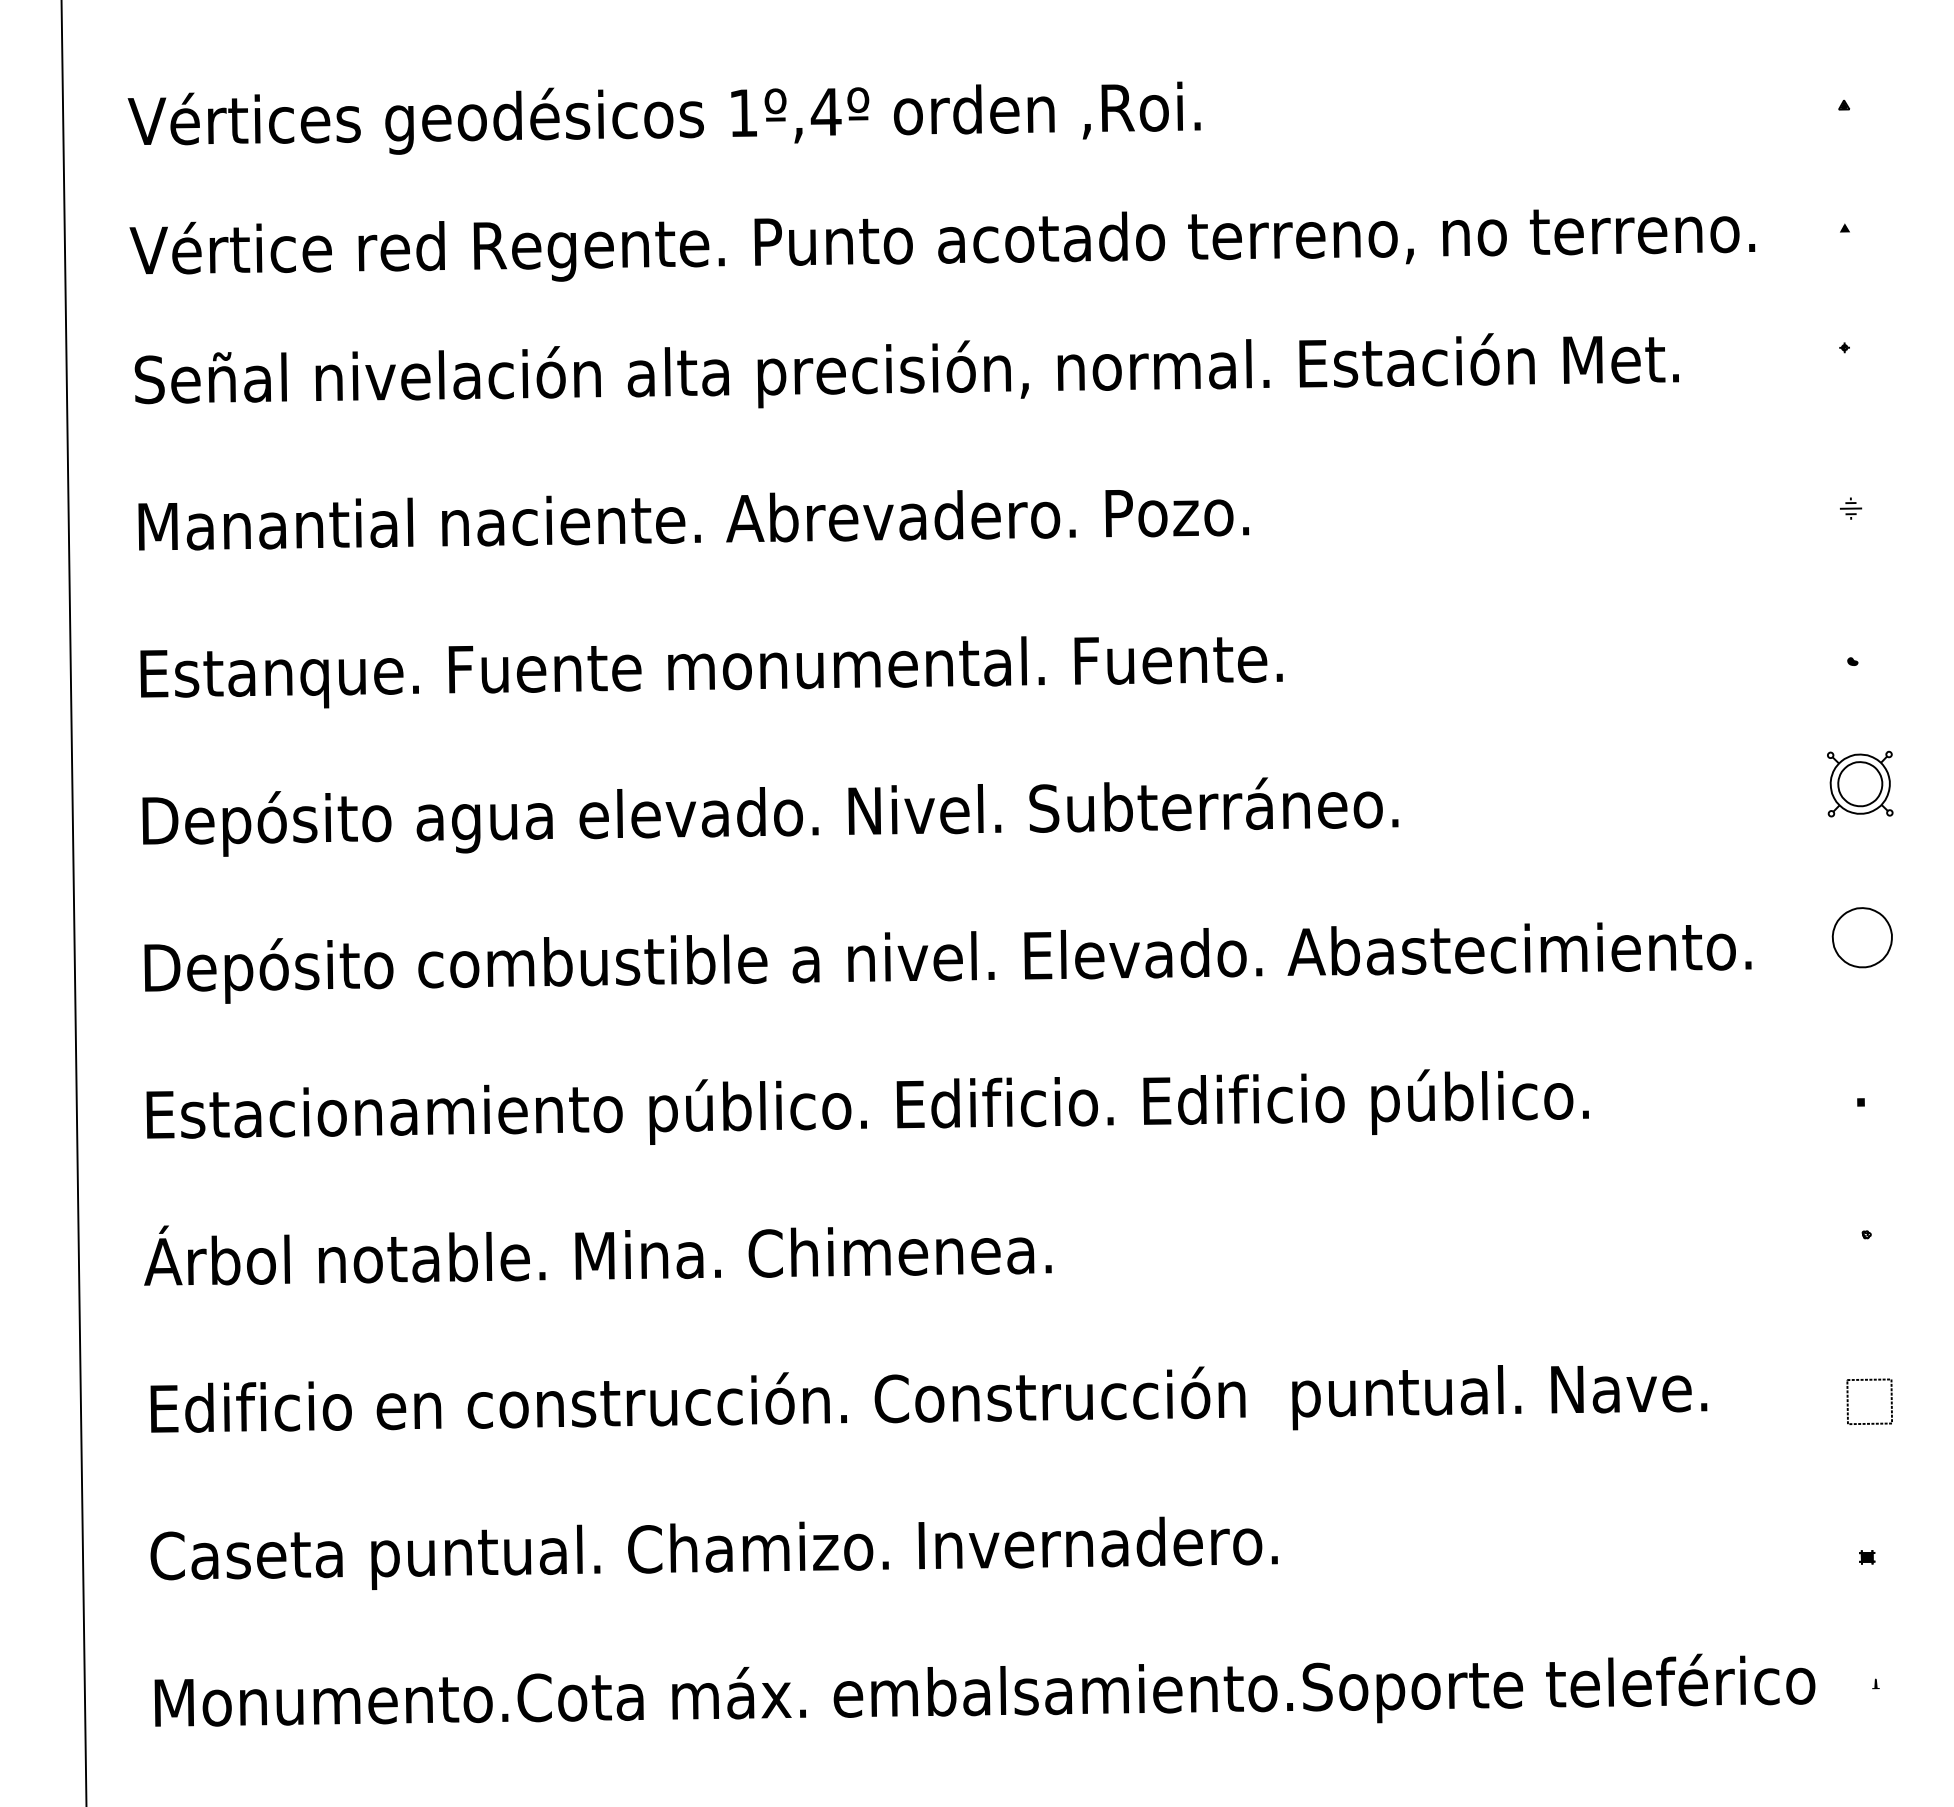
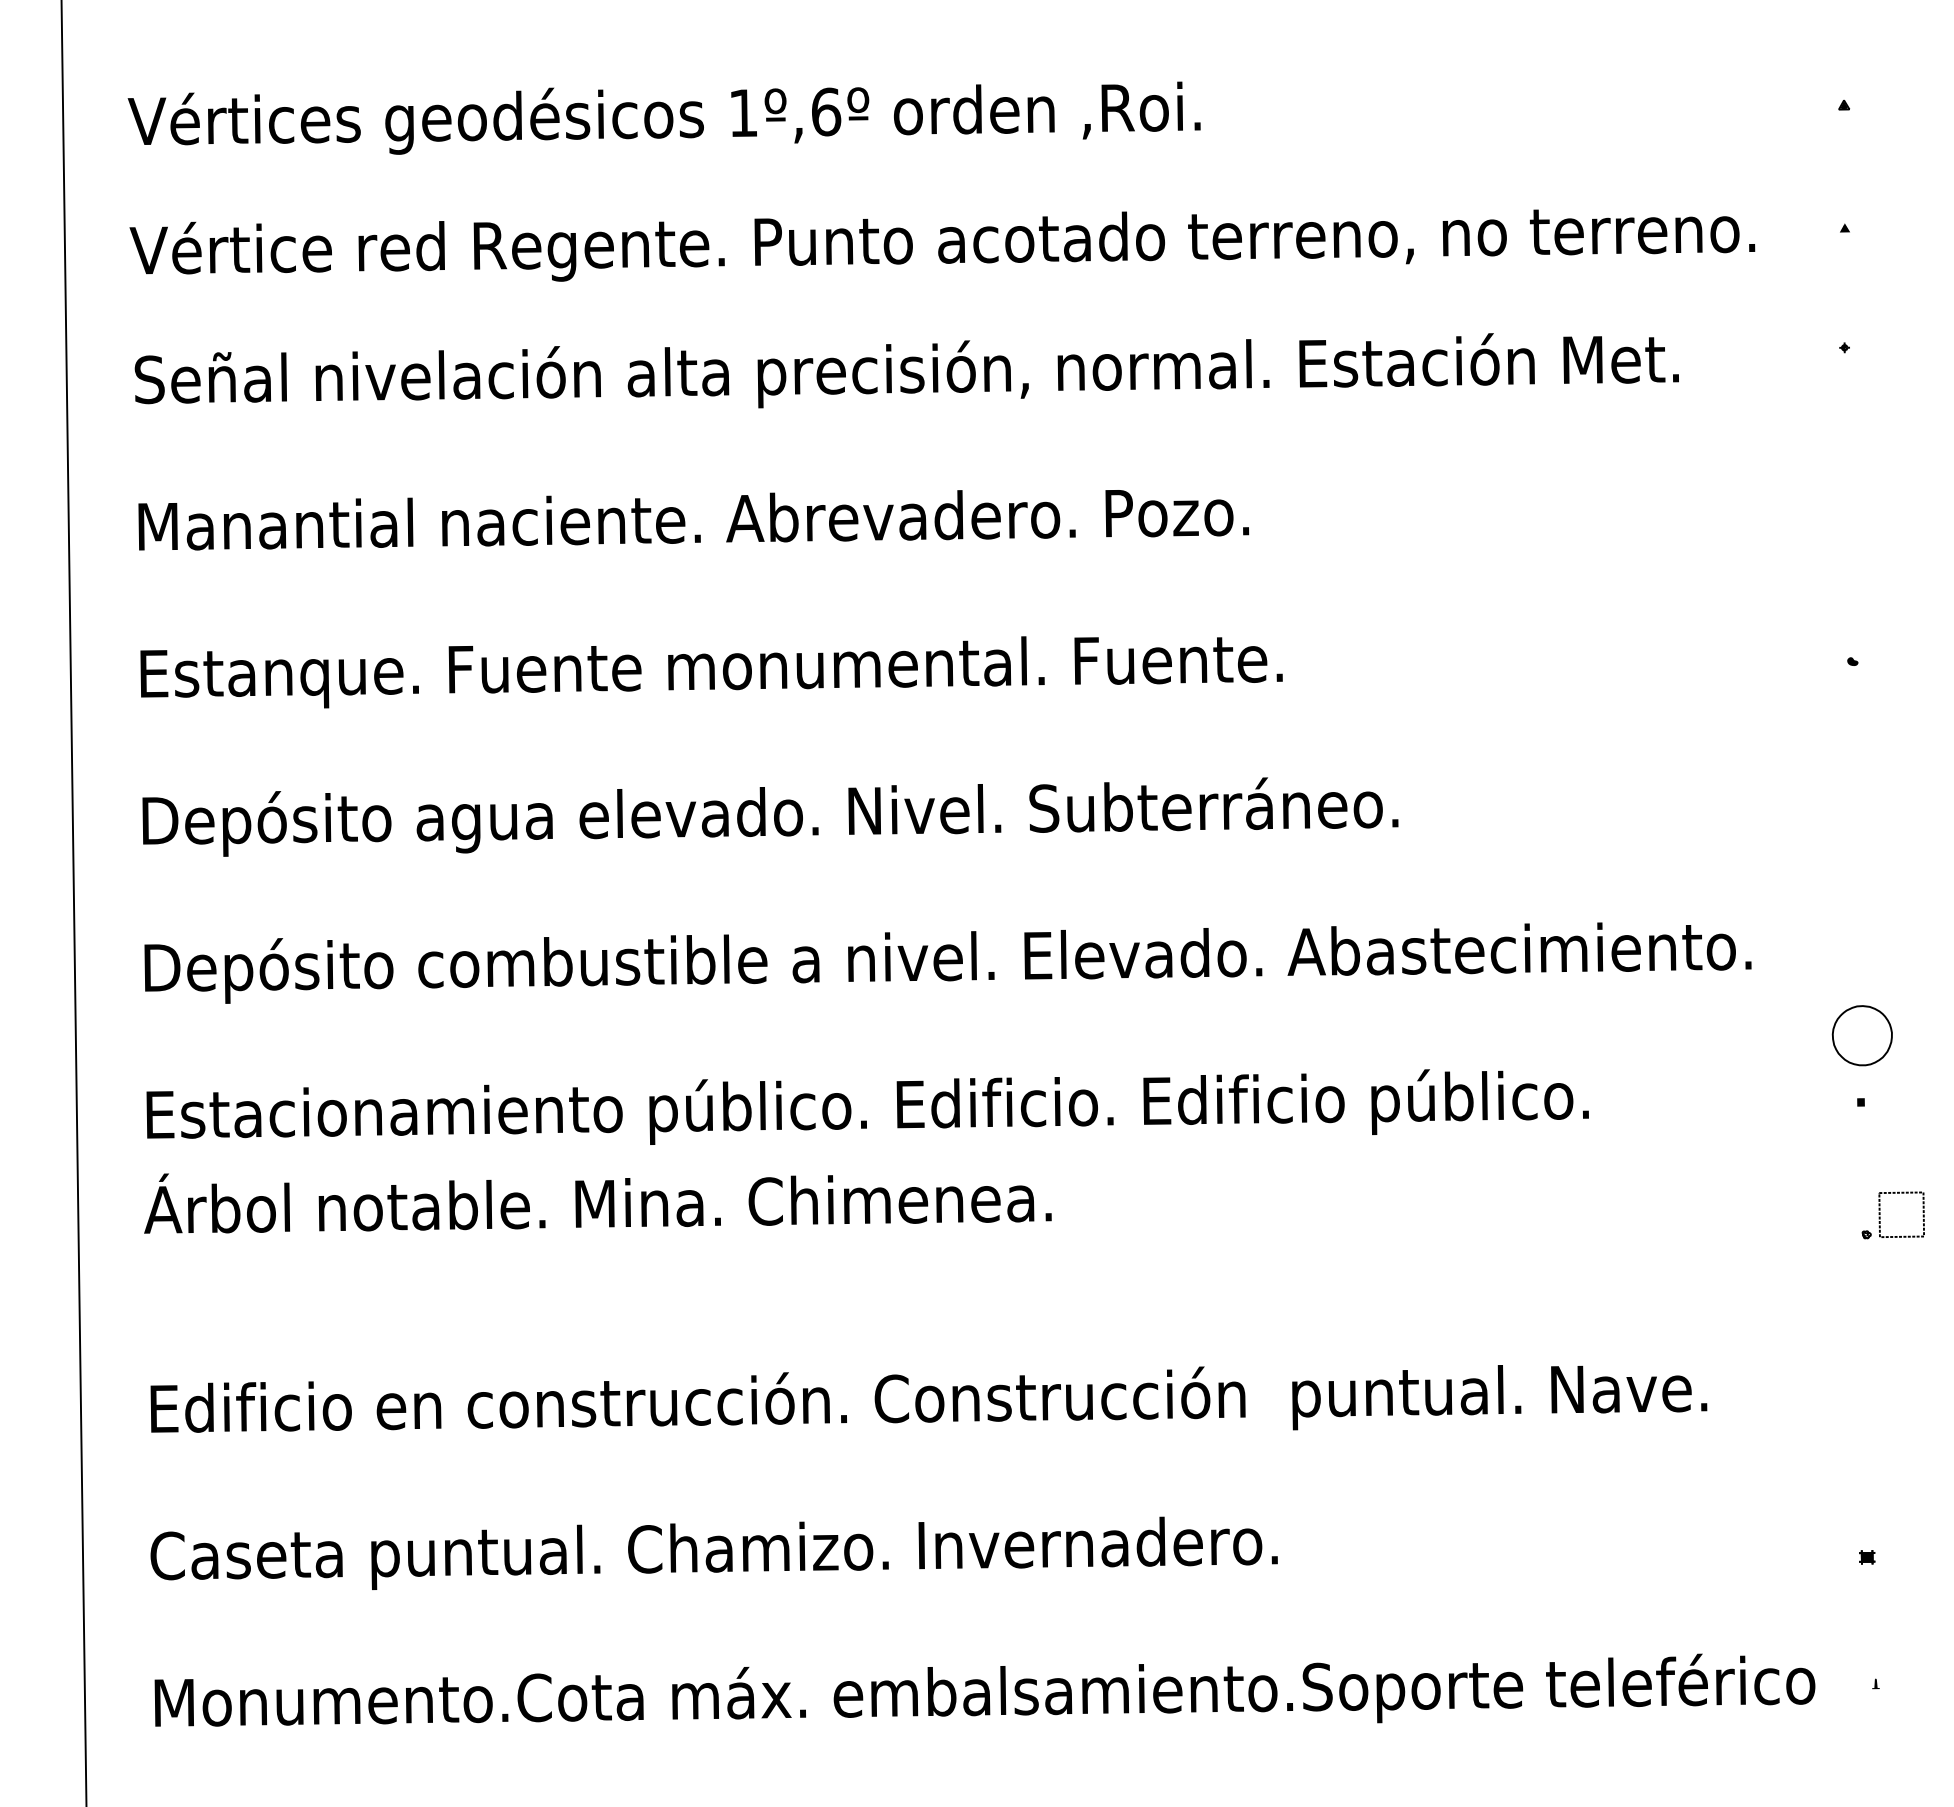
text at (825, 111): 1º,4º -> 1º,6º
part at (1851, 508): present -> none
part at (1860, 783): present -> none
part at (1861, 937) position: (1861, 937) -> (1861, 1035)
text at (597, 1255) position: (597, 1255) -> (597, 1203)
part at (1869, 1380) position: (1869, 1380) -> (1901, 1193)
